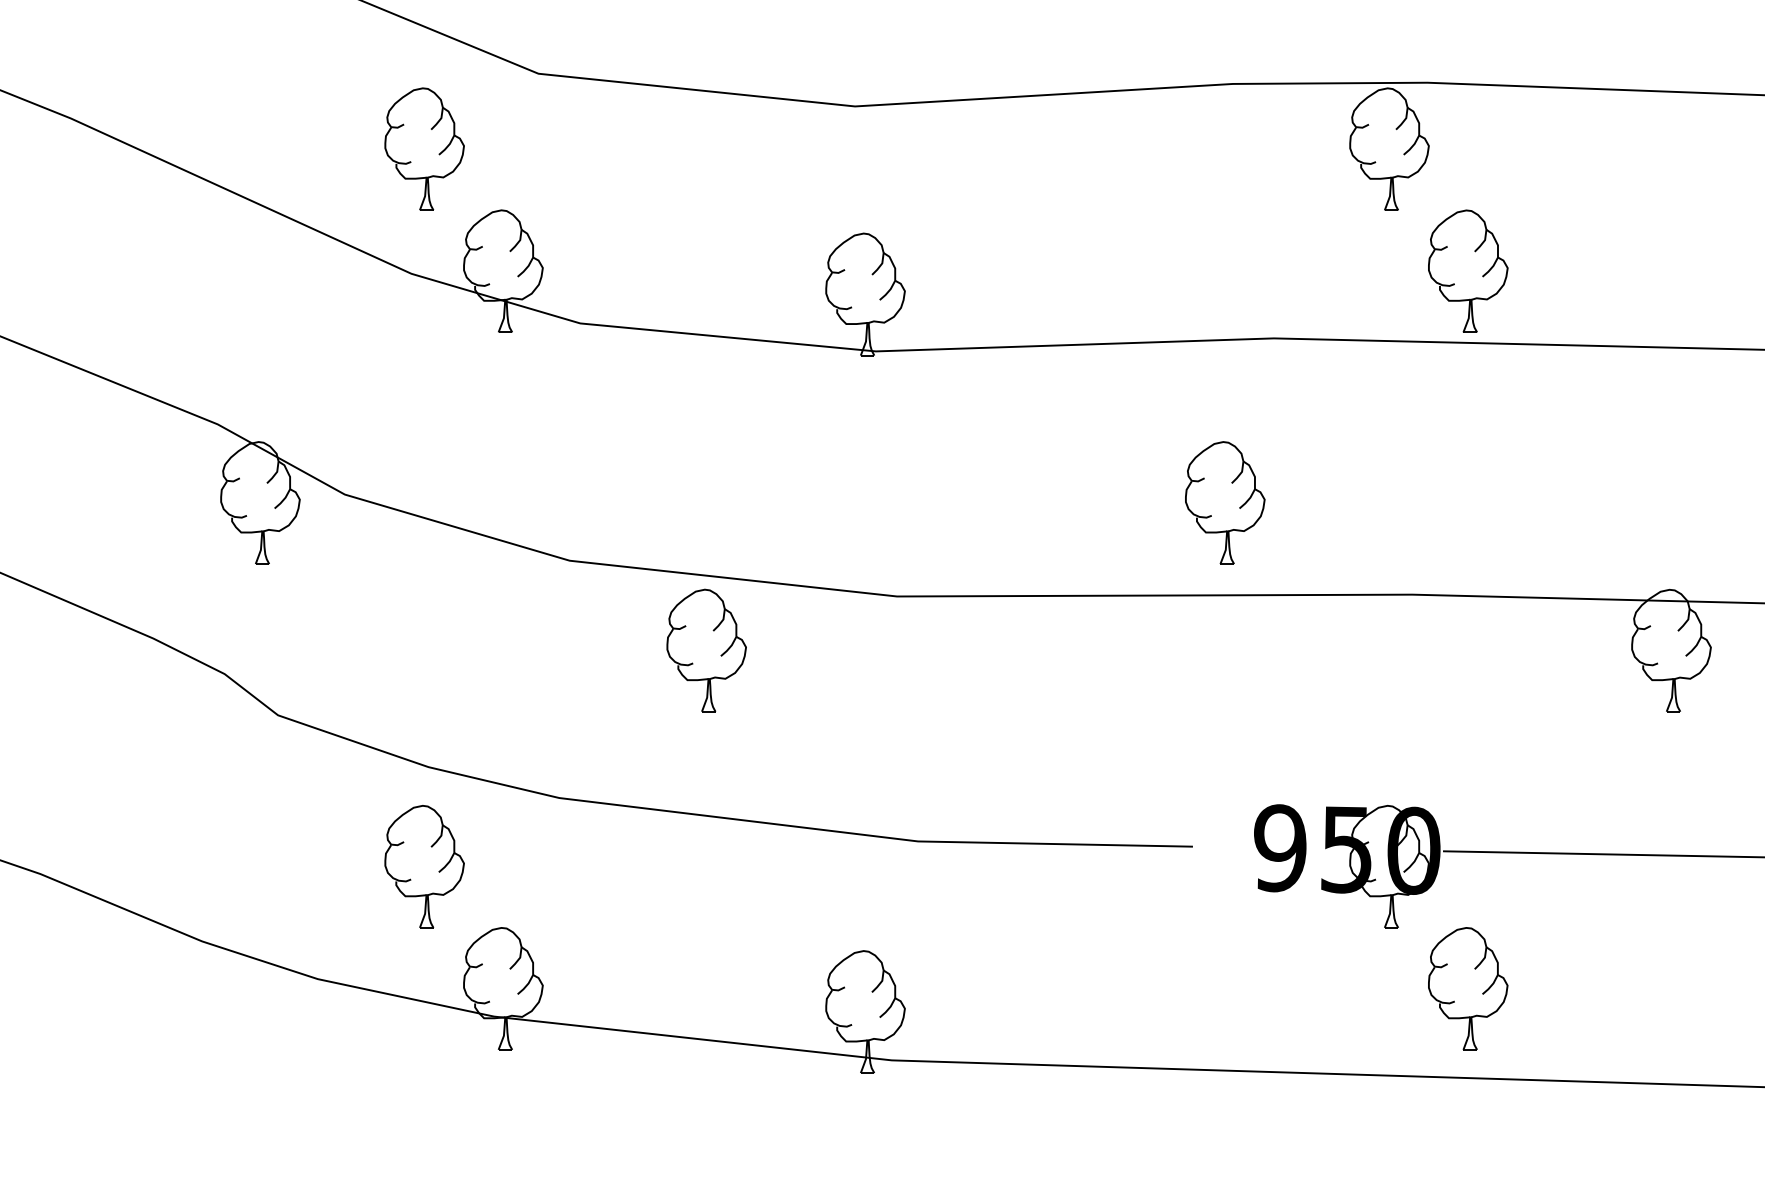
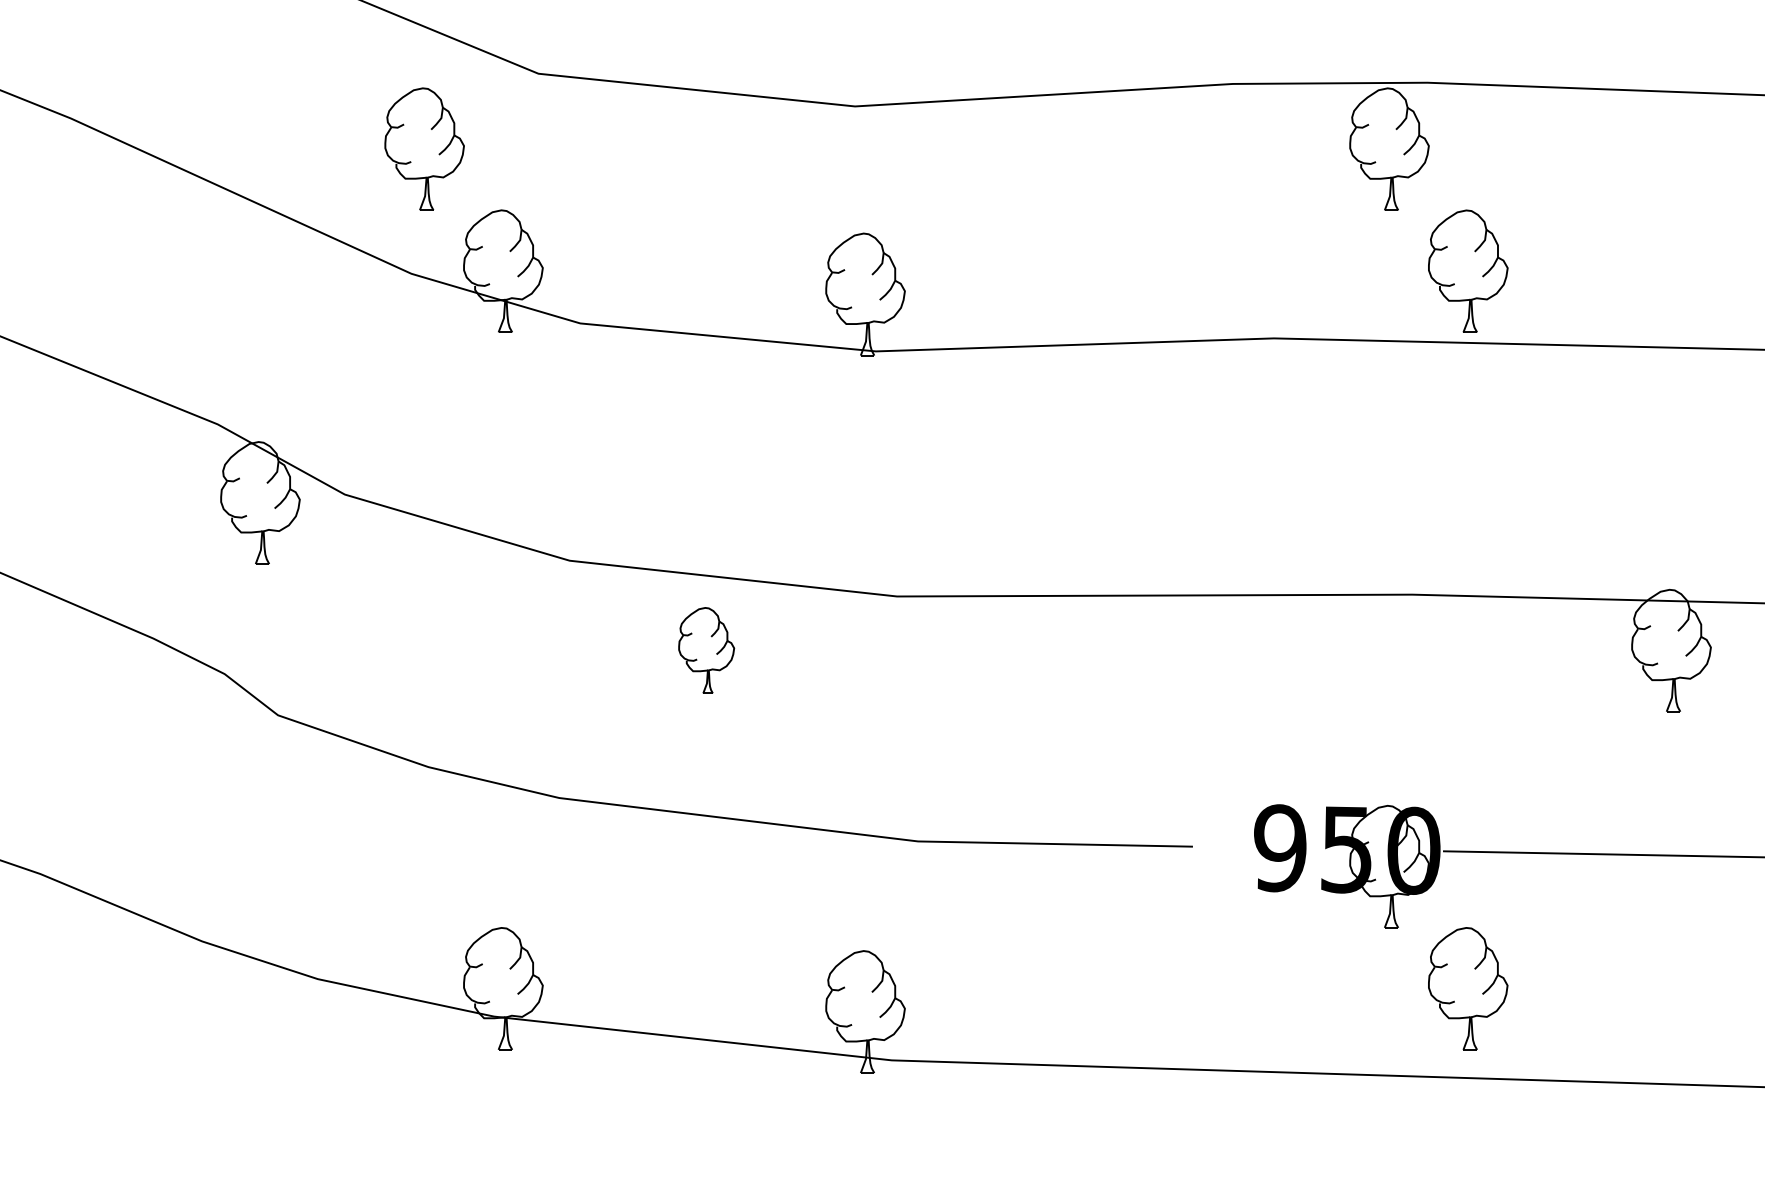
part at (1225, 502): present -> none
part at (706, 650) size: 81x125 px -> 58x87 px
part at (424, 866): present -> none
